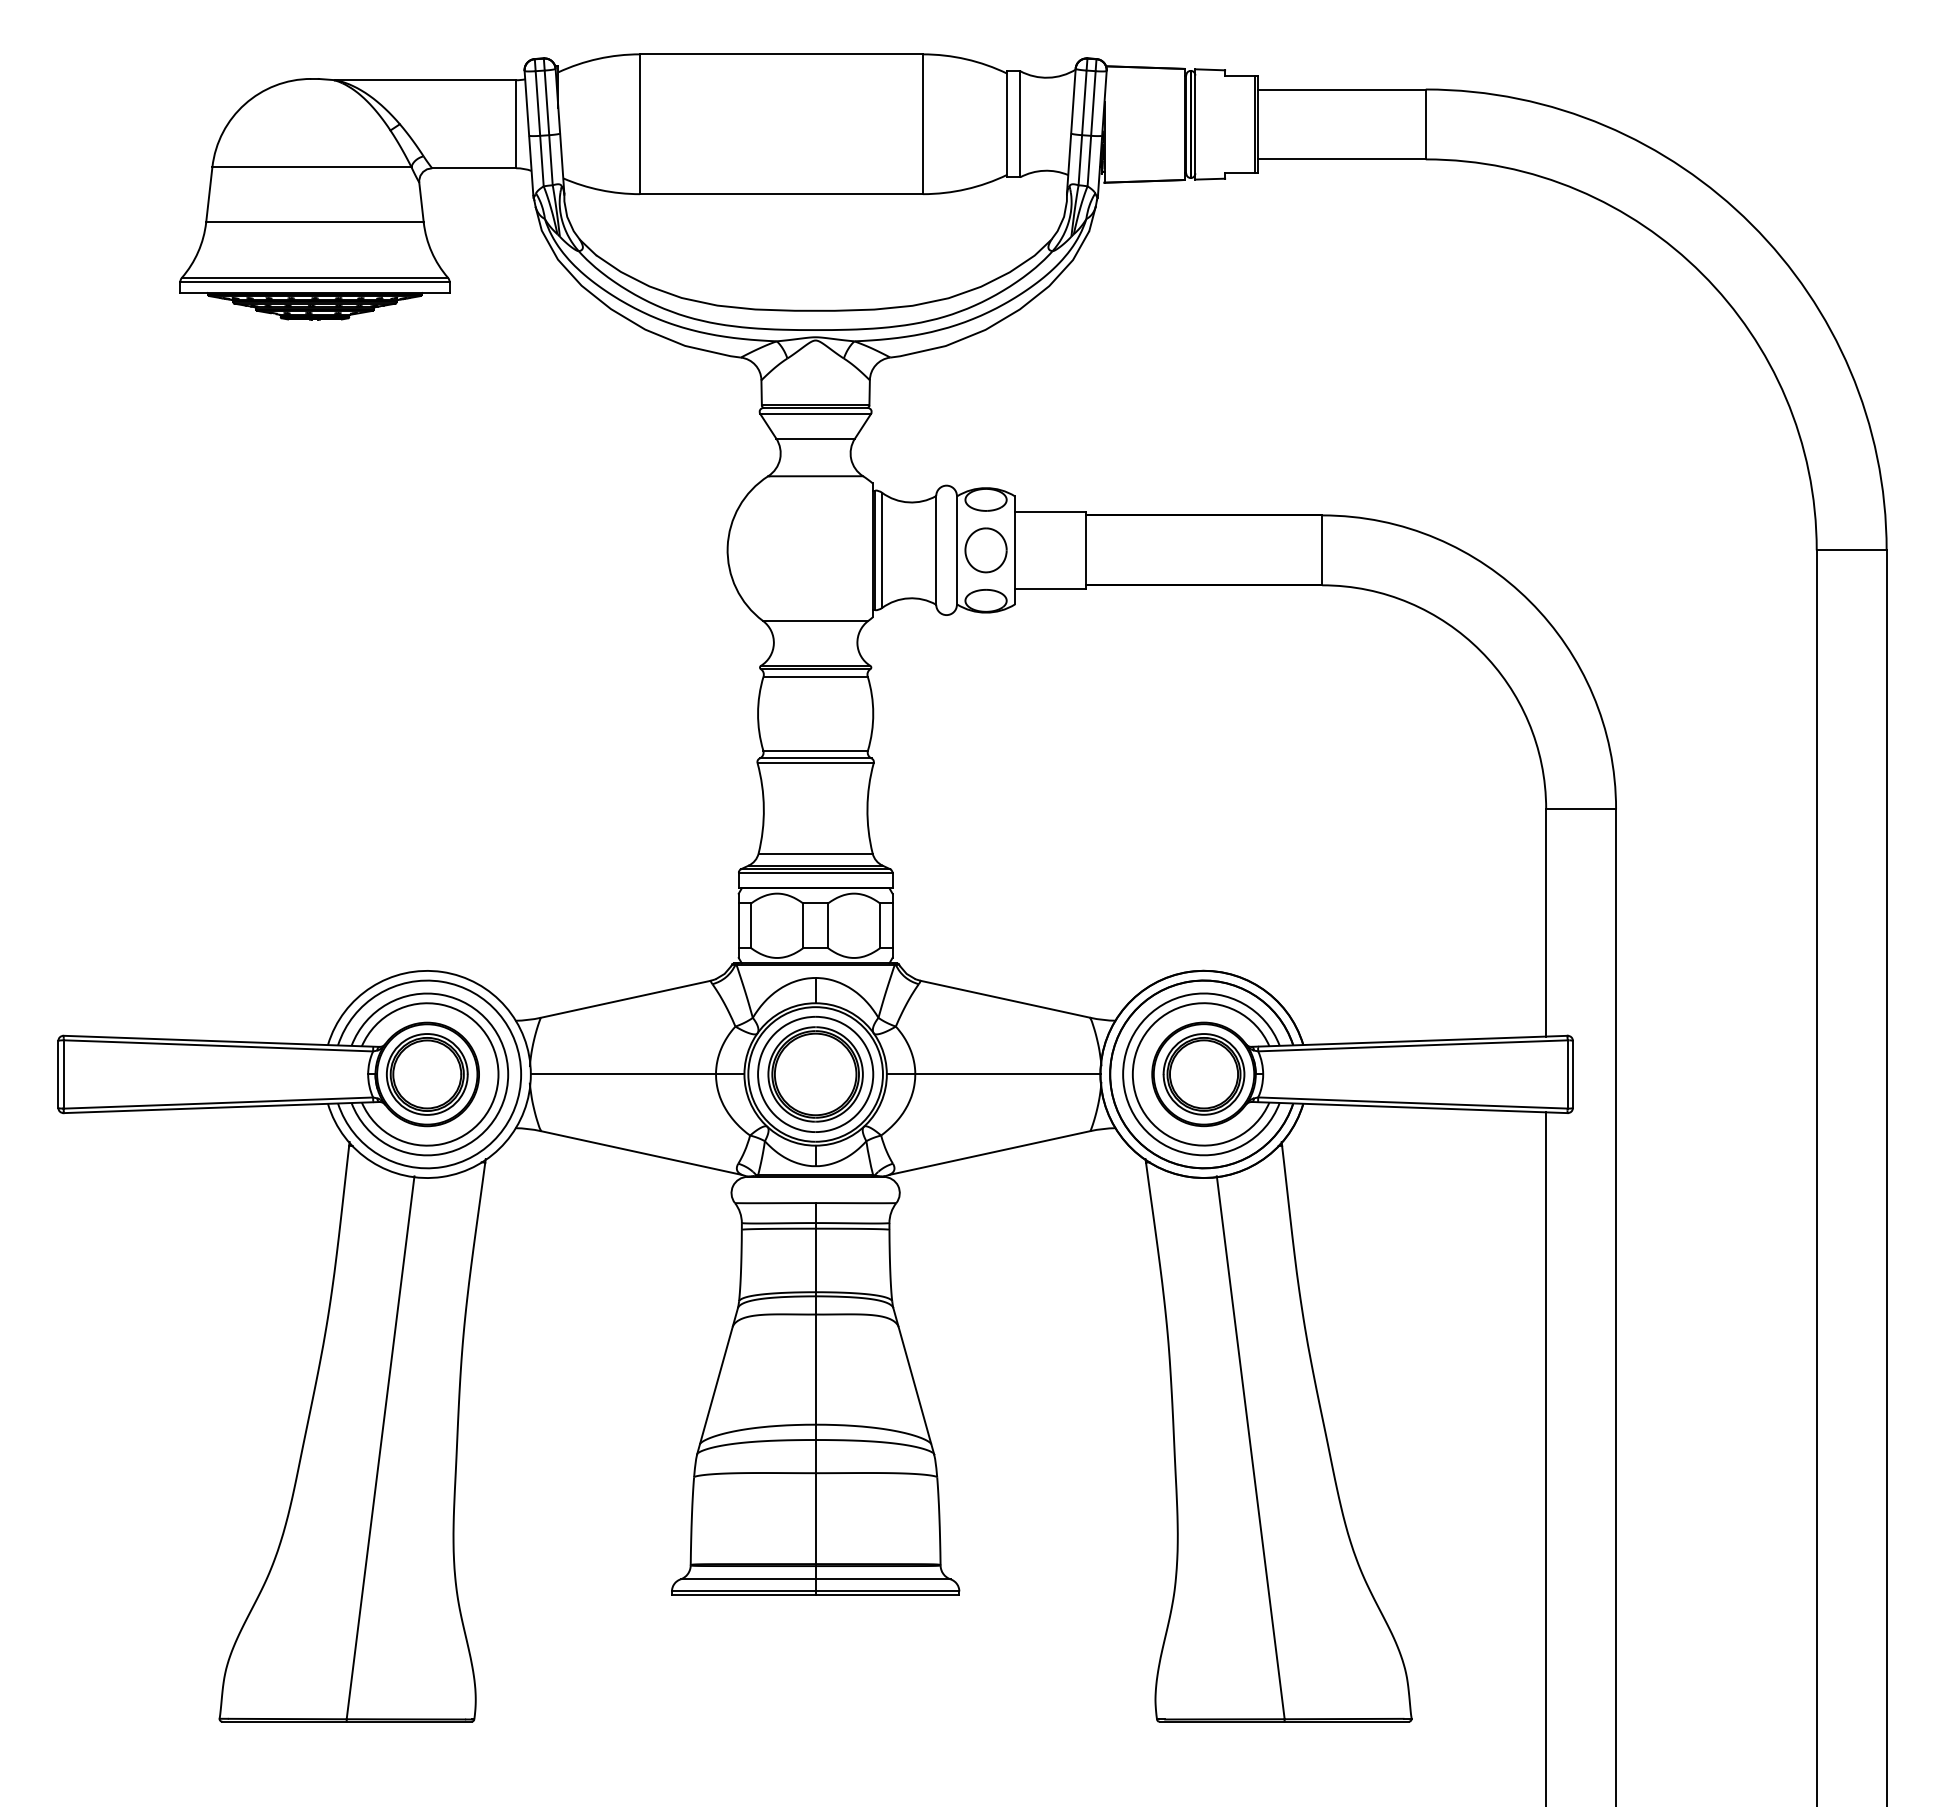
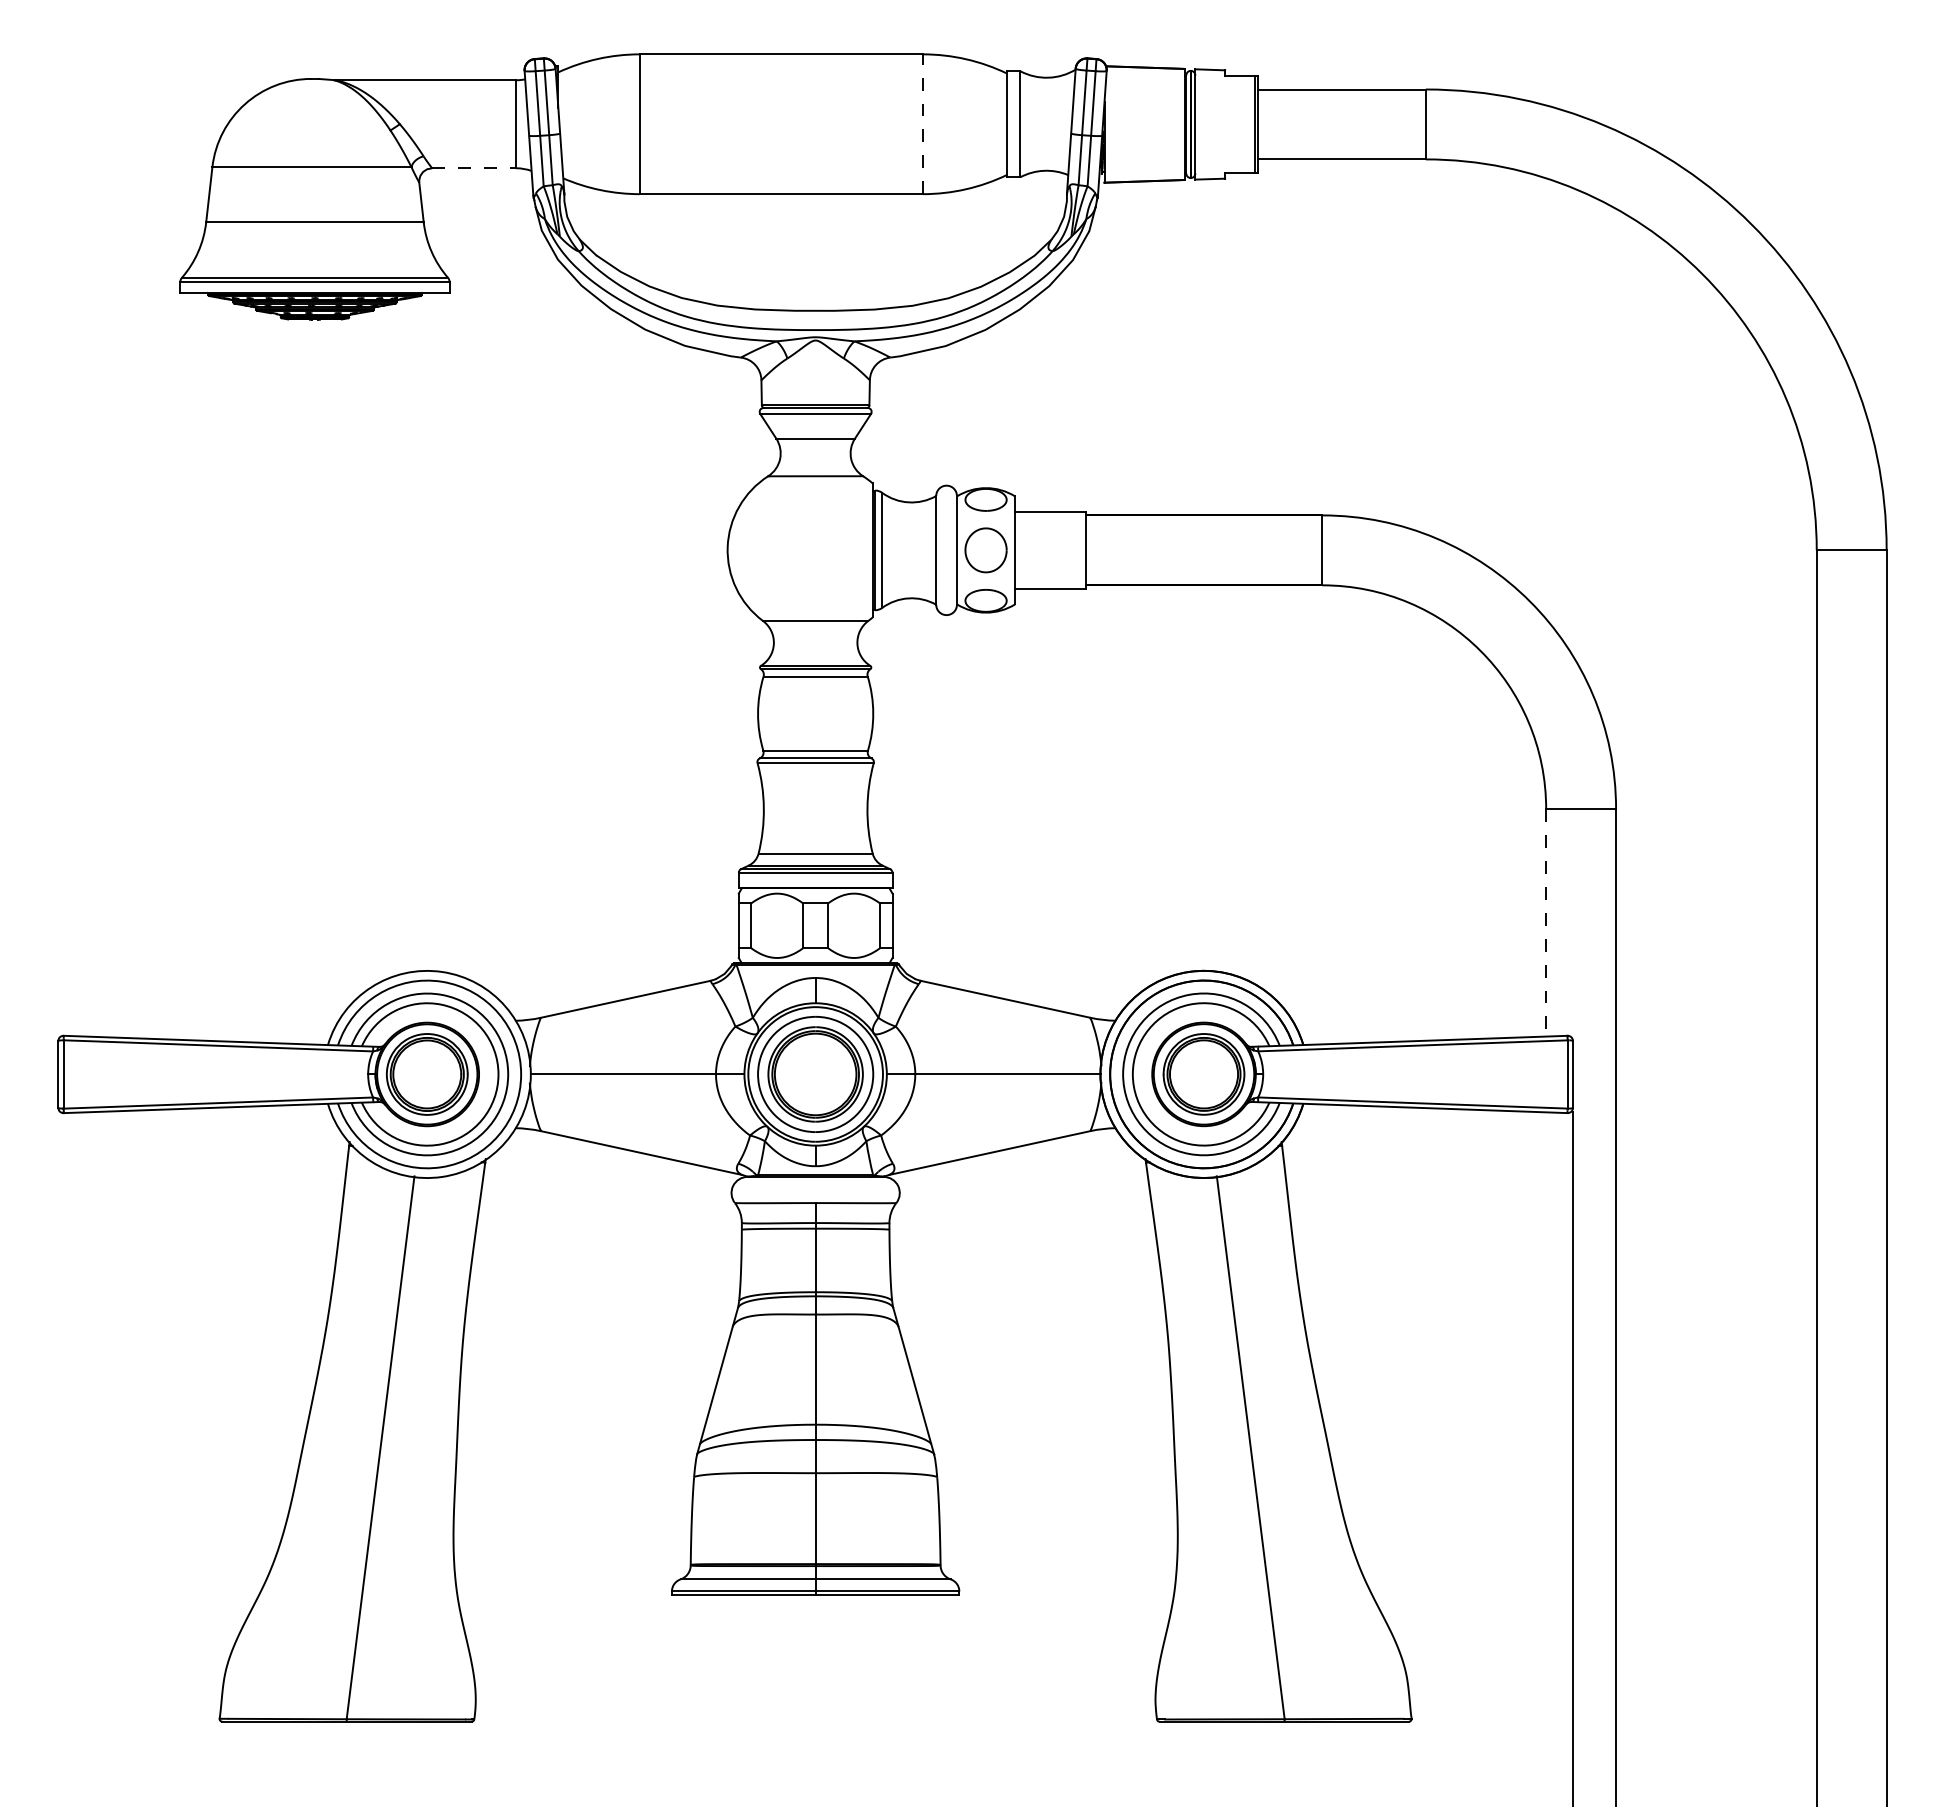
line at (922, 124): solid -> dashed
line at (474, 168): solid -> dashed
line at (1546, 922): solid -> dashed
line at (1546, 1457) position: (1546, 1457) -> (1573, 1457)
